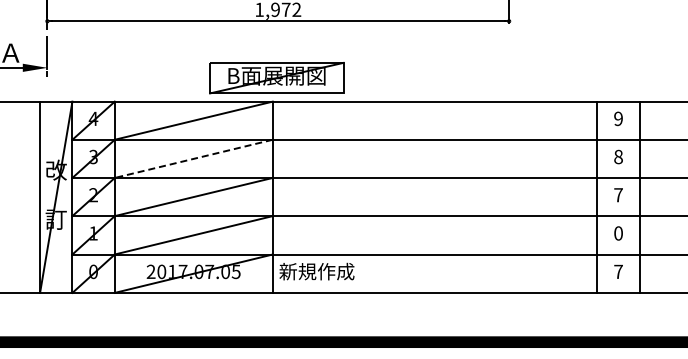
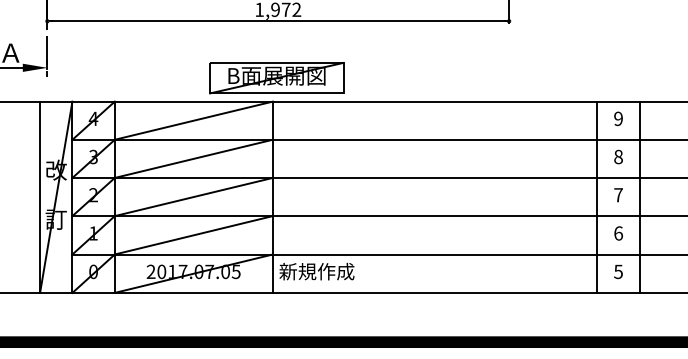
line at (193, 158): dashed -> solid
text at (618, 233): 0 -> 6
text at (618, 271): 7 -> 5
